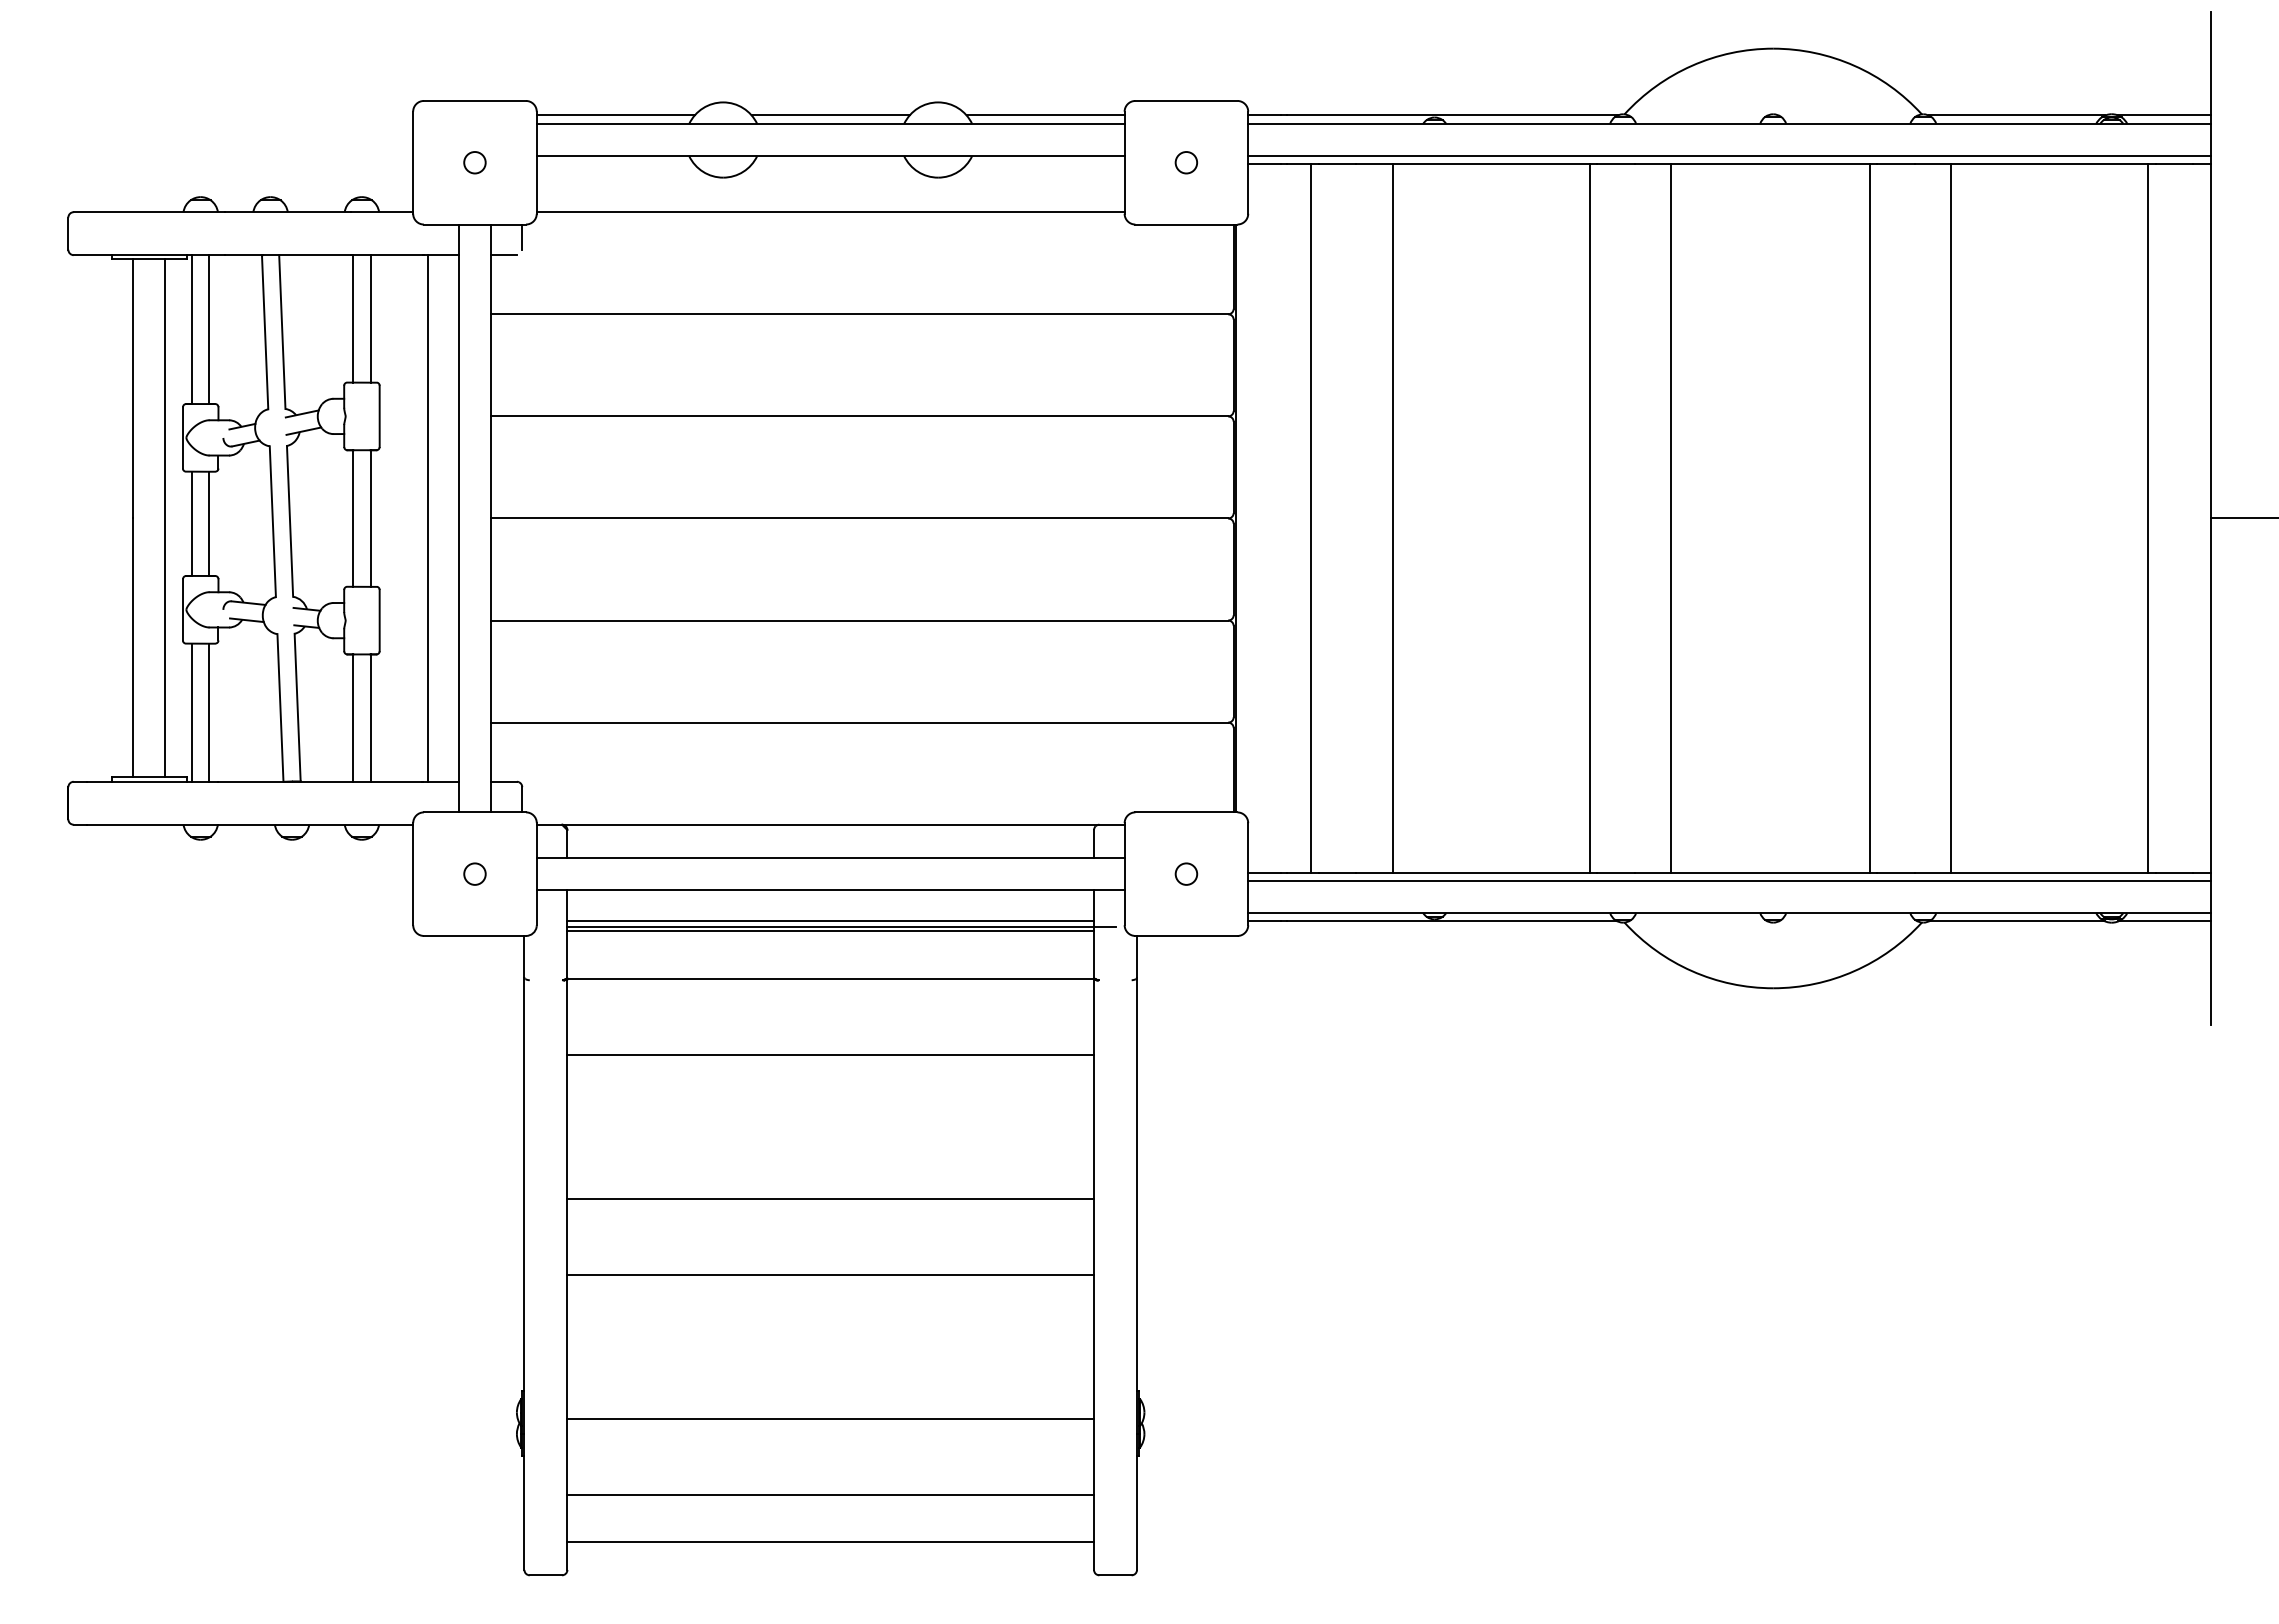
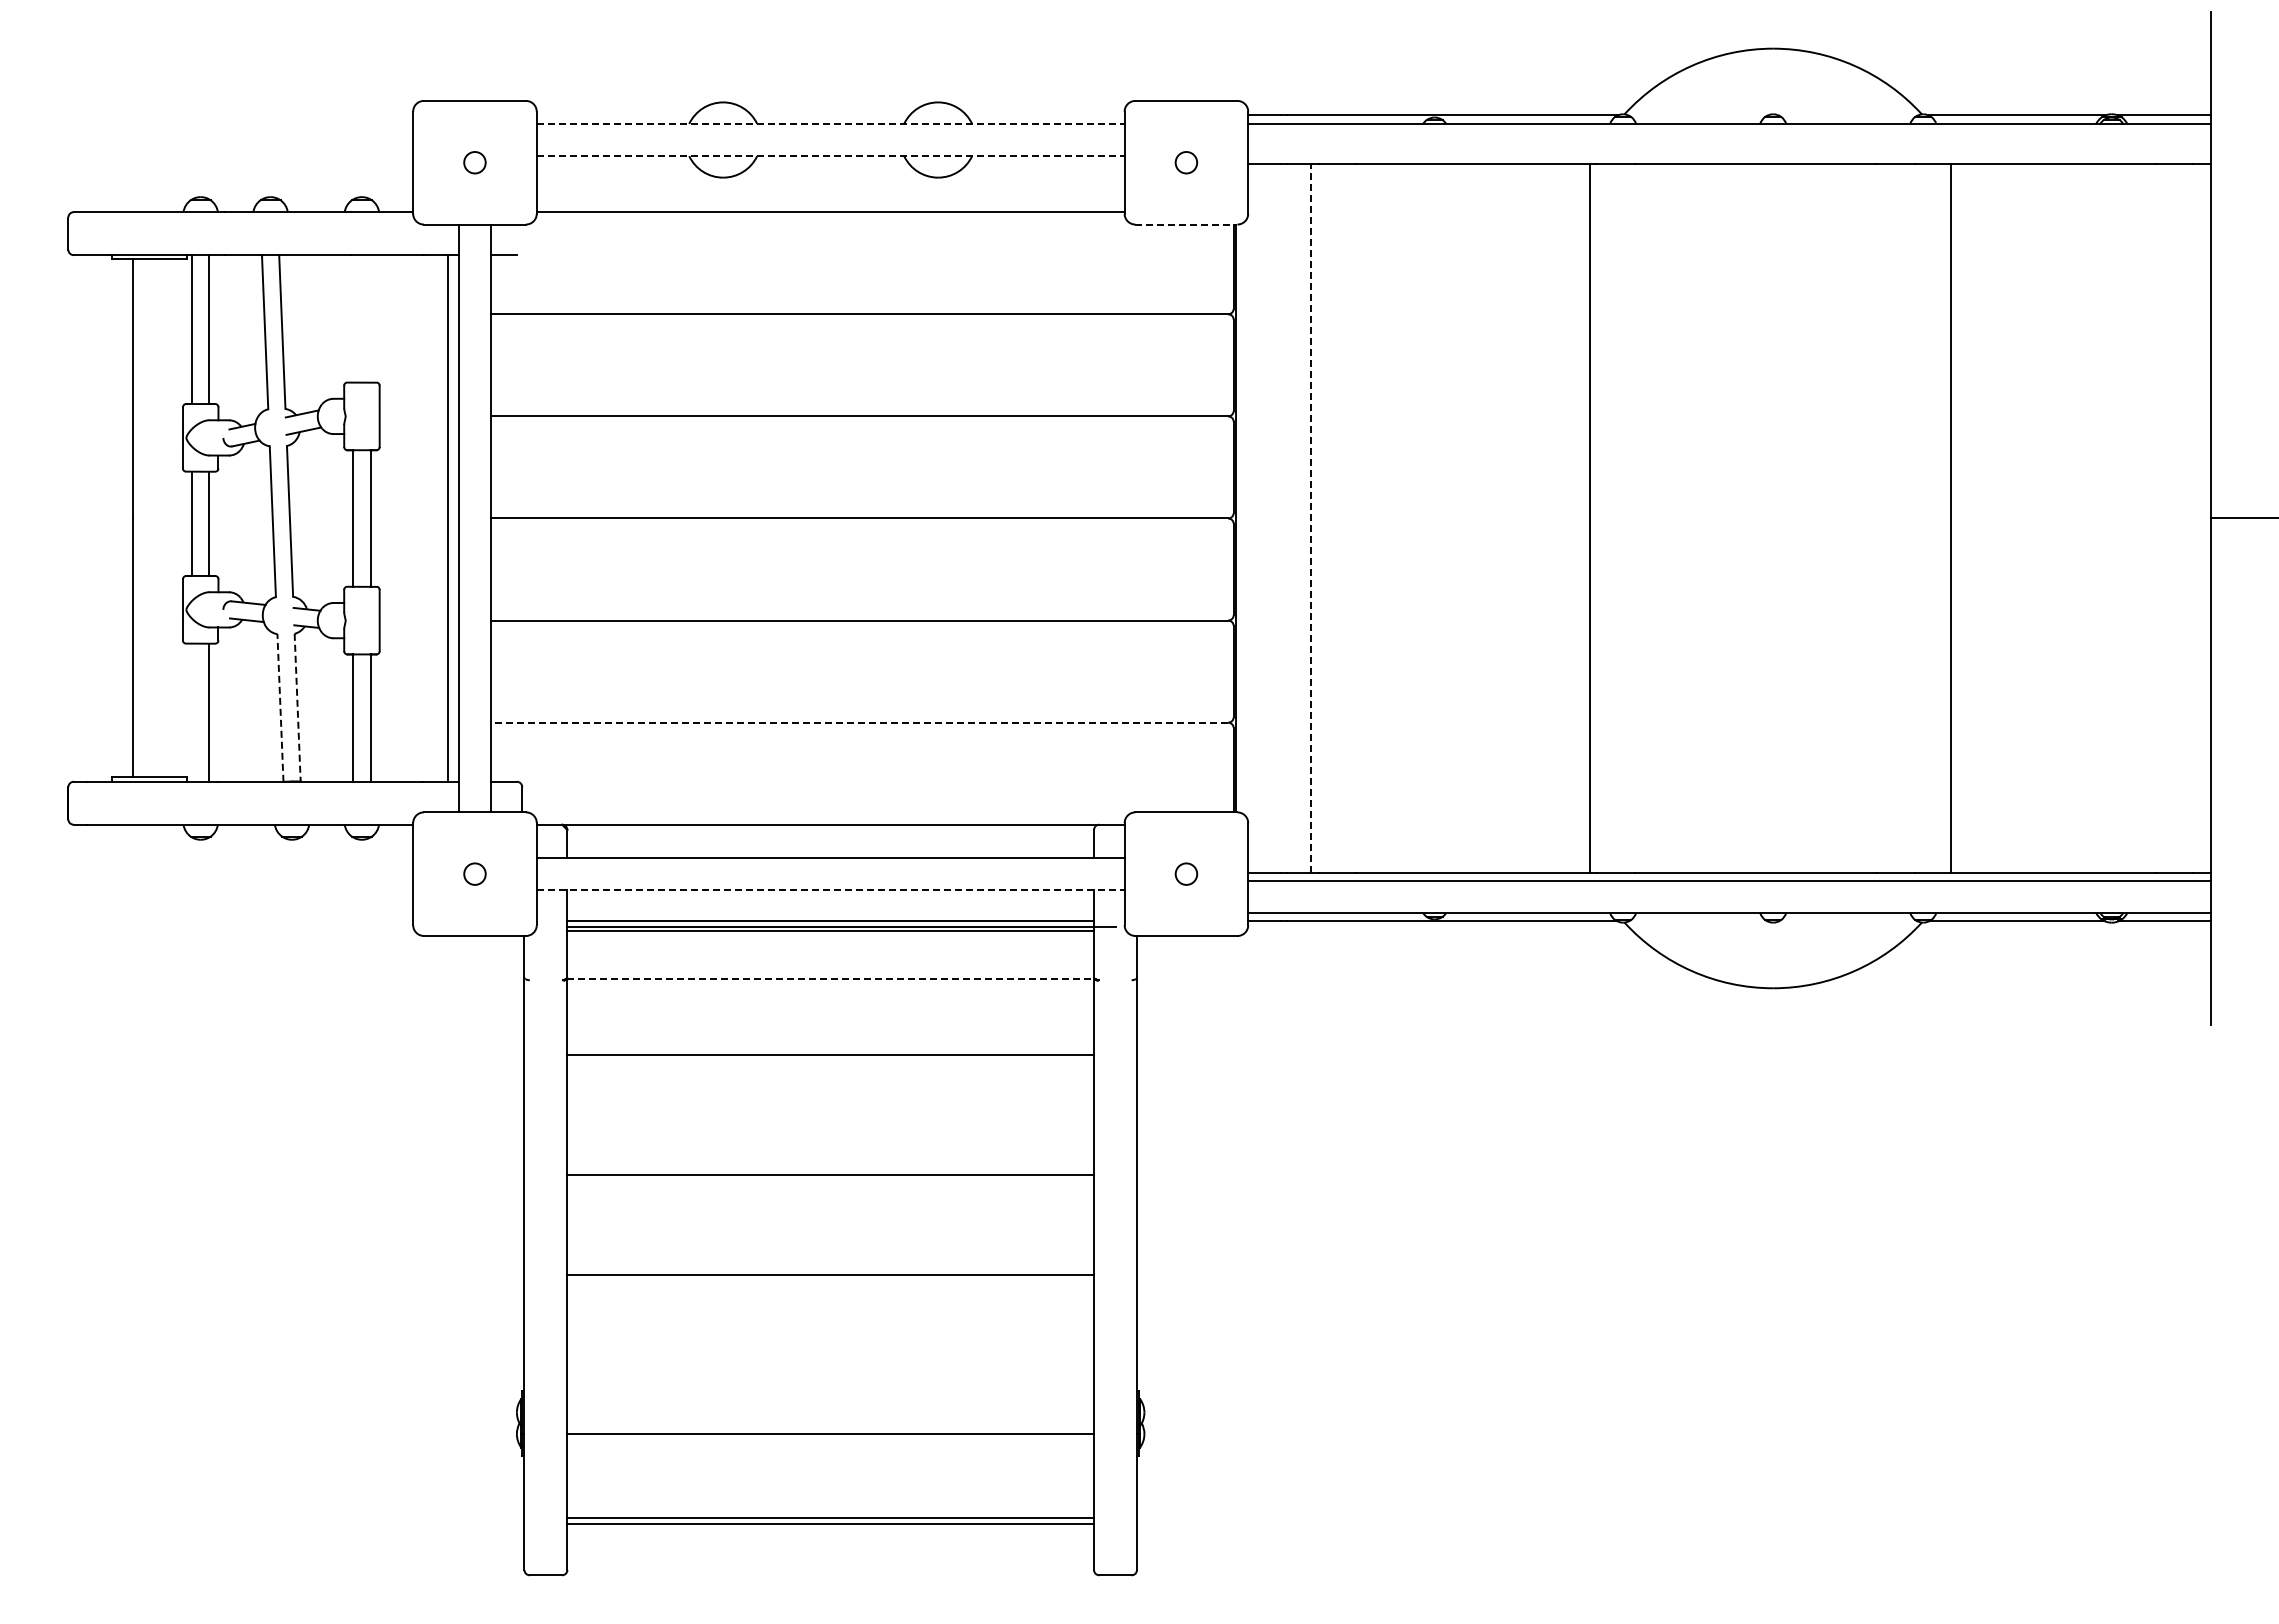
line at (615, 115): present -> none
line at (830, 115): present -> none
line at (1045, 115): present -> none
line at (830, 123): solid -> dashed
line at (830, 156): solid -> dashed
line at (1729, 156): present -> none
line at (1186, 224): solid -> dashed
line at (522, 236): present -> none
line at (353, 318): present -> none
line at (370, 318): present -> none
line at (165, 518): present -> none
line at (427, 518) position: (427, 518) -> (447, 518)
line at (1311, 518): solid -> dashed
line at (1392, 518): present -> none
line at (1671, 518): present -> none
line at (1869, 518): present -> none
line at (2148, 518): present -> none
line at (280, 707): solid -> dashed
line at (297, 707): solid -> dashed
line at (192, 712): present -> none
line at (859, 722): solid -> dashed
line at (830, 890): solid -> dashed
line at (831, 978): solid -> dashed
line at (830, 1199) position: (830, 1199) -> (830, 1175)
line at (830, 1419) position: (830, 1419) -> (830, 1434)
line at (830, 1494) position: (830, 1494) -> (830, 1517)
line at (830, 1542) position: (830, 1542) -> (830, 1524)
